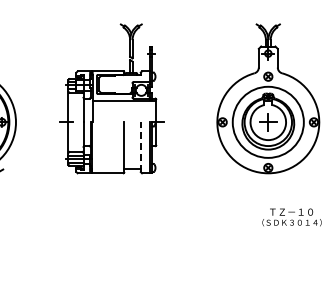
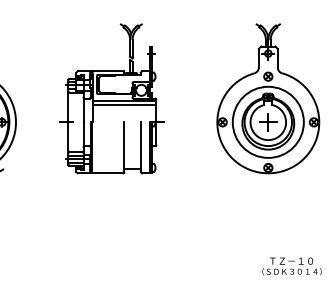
line at (124, 104): none -> present
line at (140, 147): dashed -> solid
text at (291, 217) position: (291, 217) -> (291, 266)
